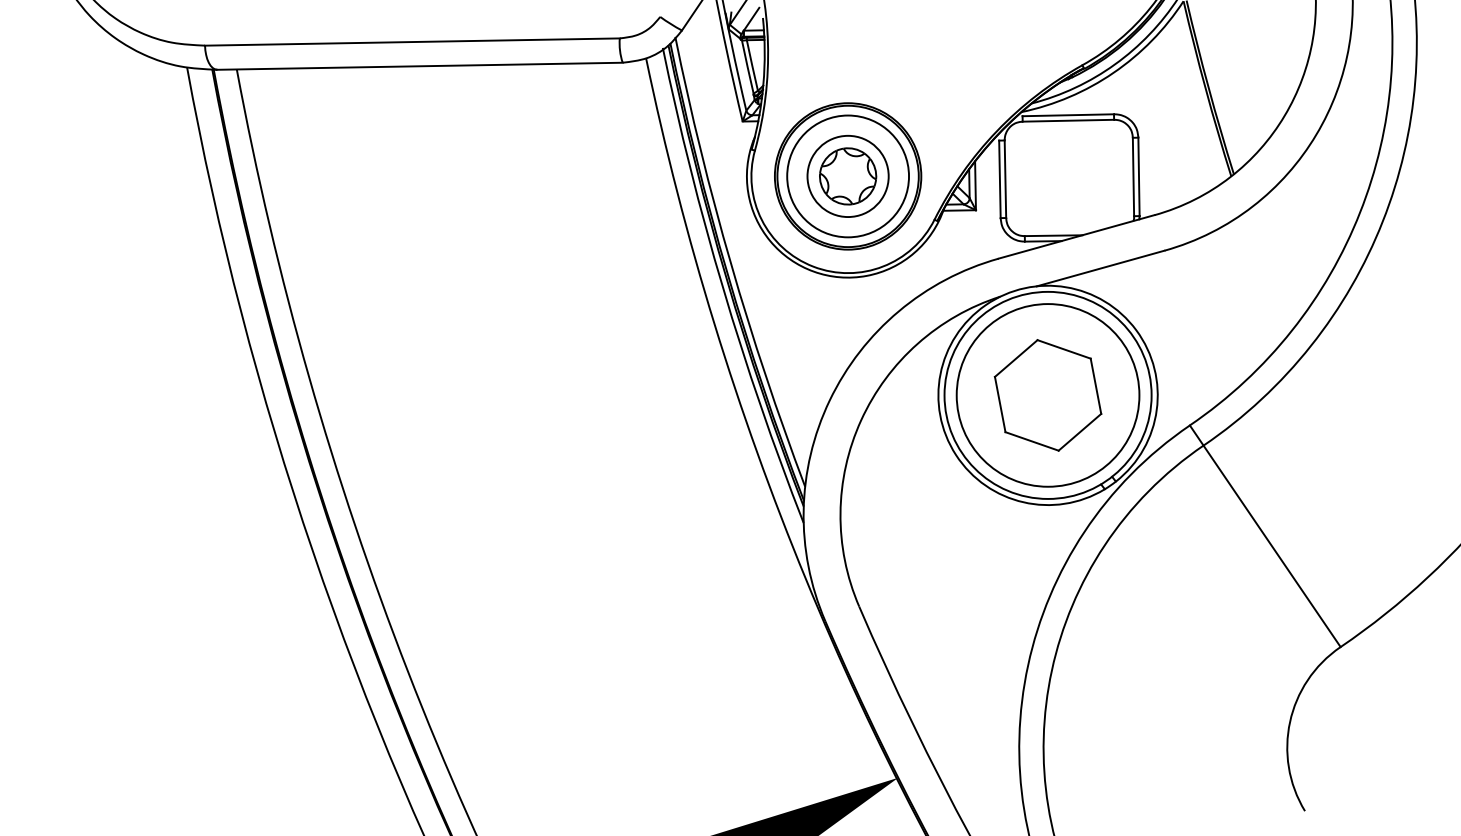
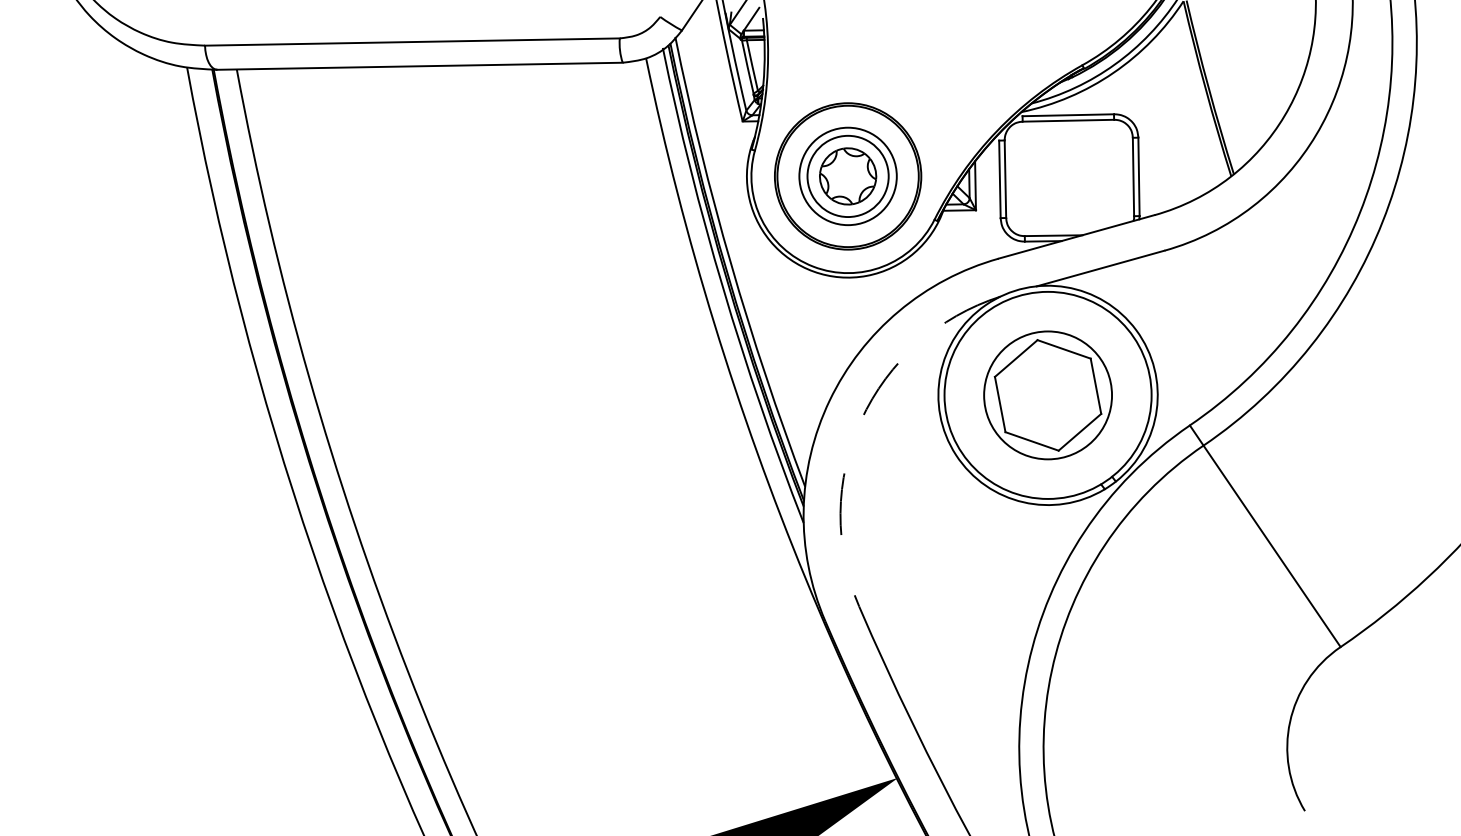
circle at (848, 176) diameter: 122 px -> 97 px
circle at (1047, 395) diameter: 183 px -> 128 px
arc at (861, 420): solid -> dashed
